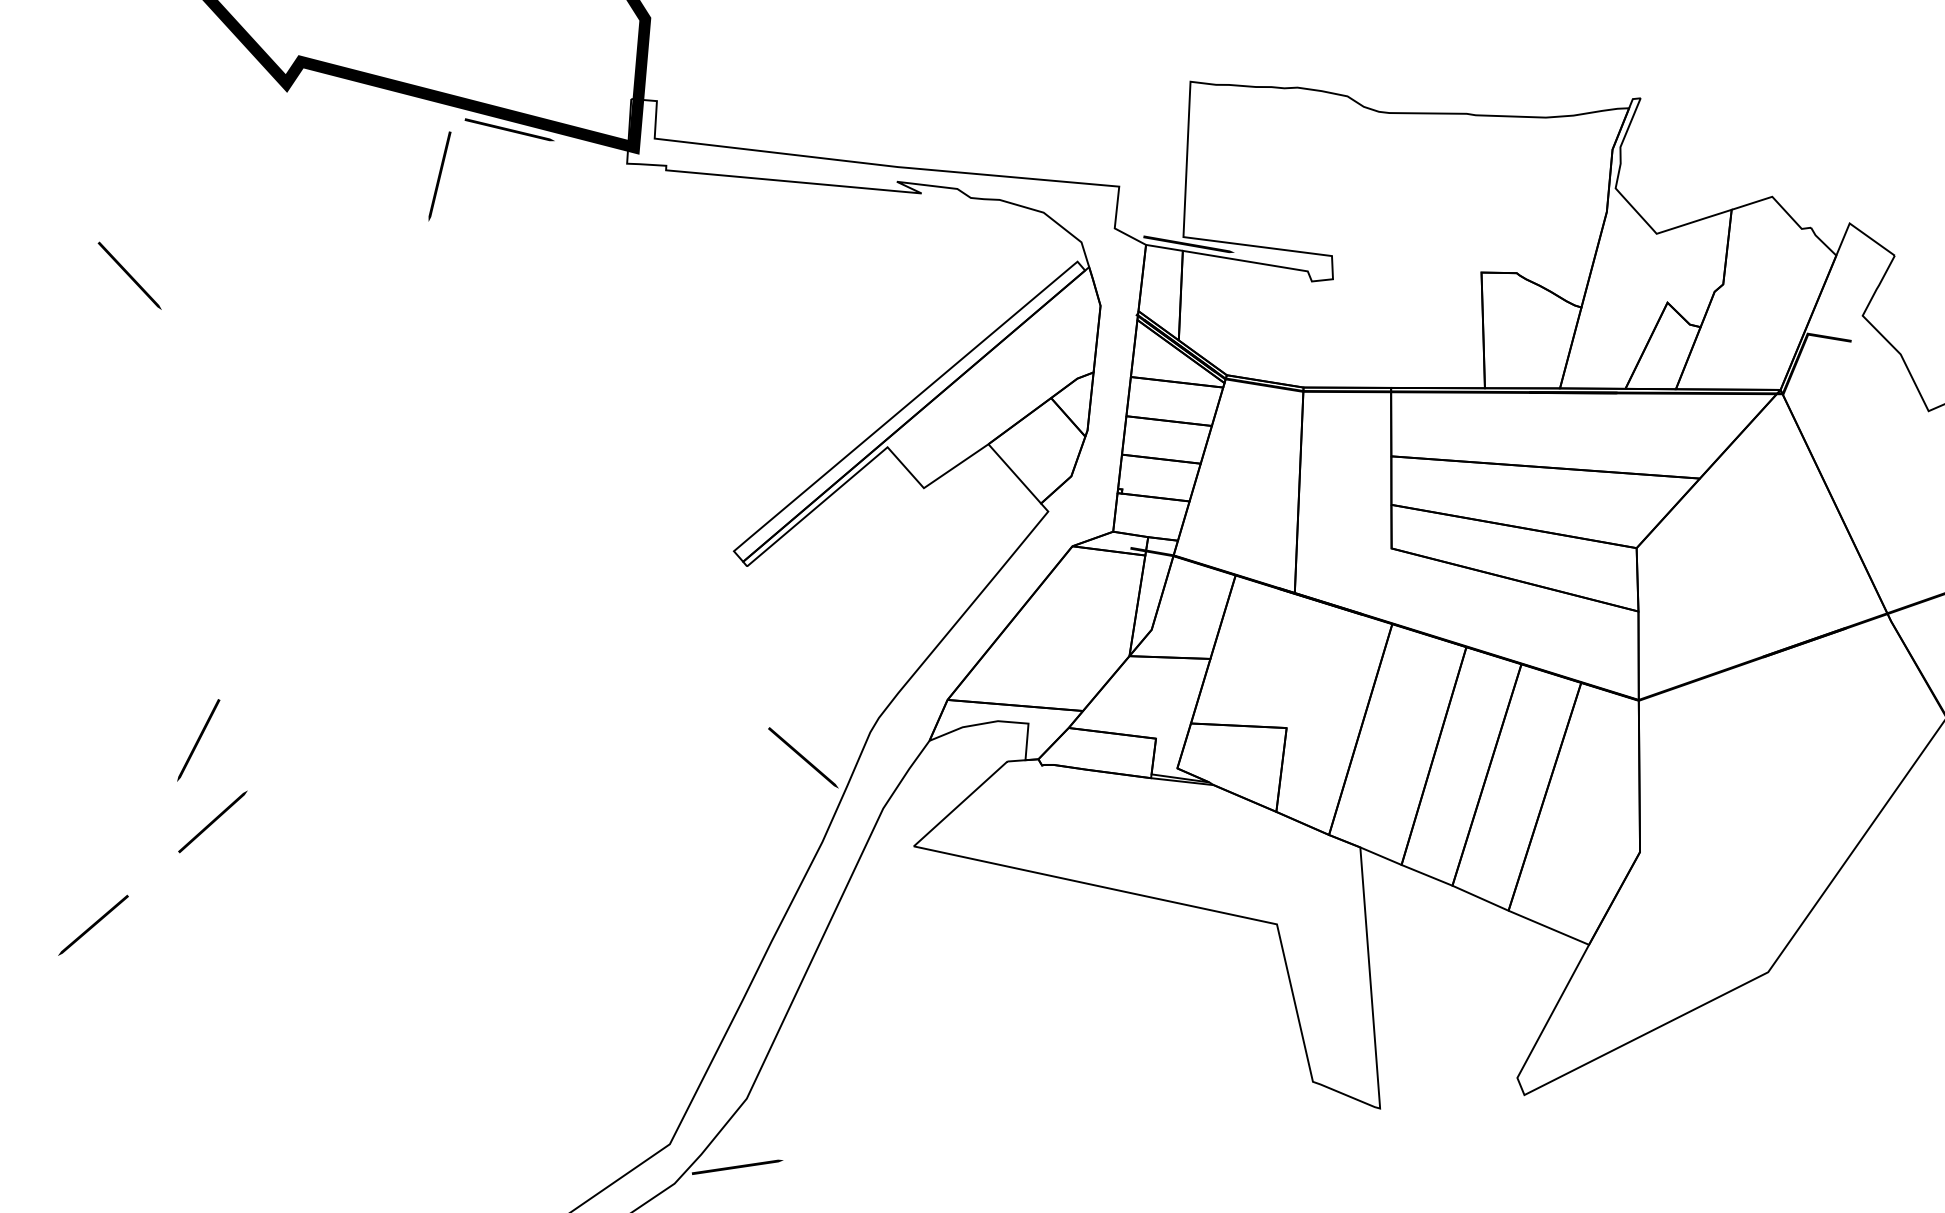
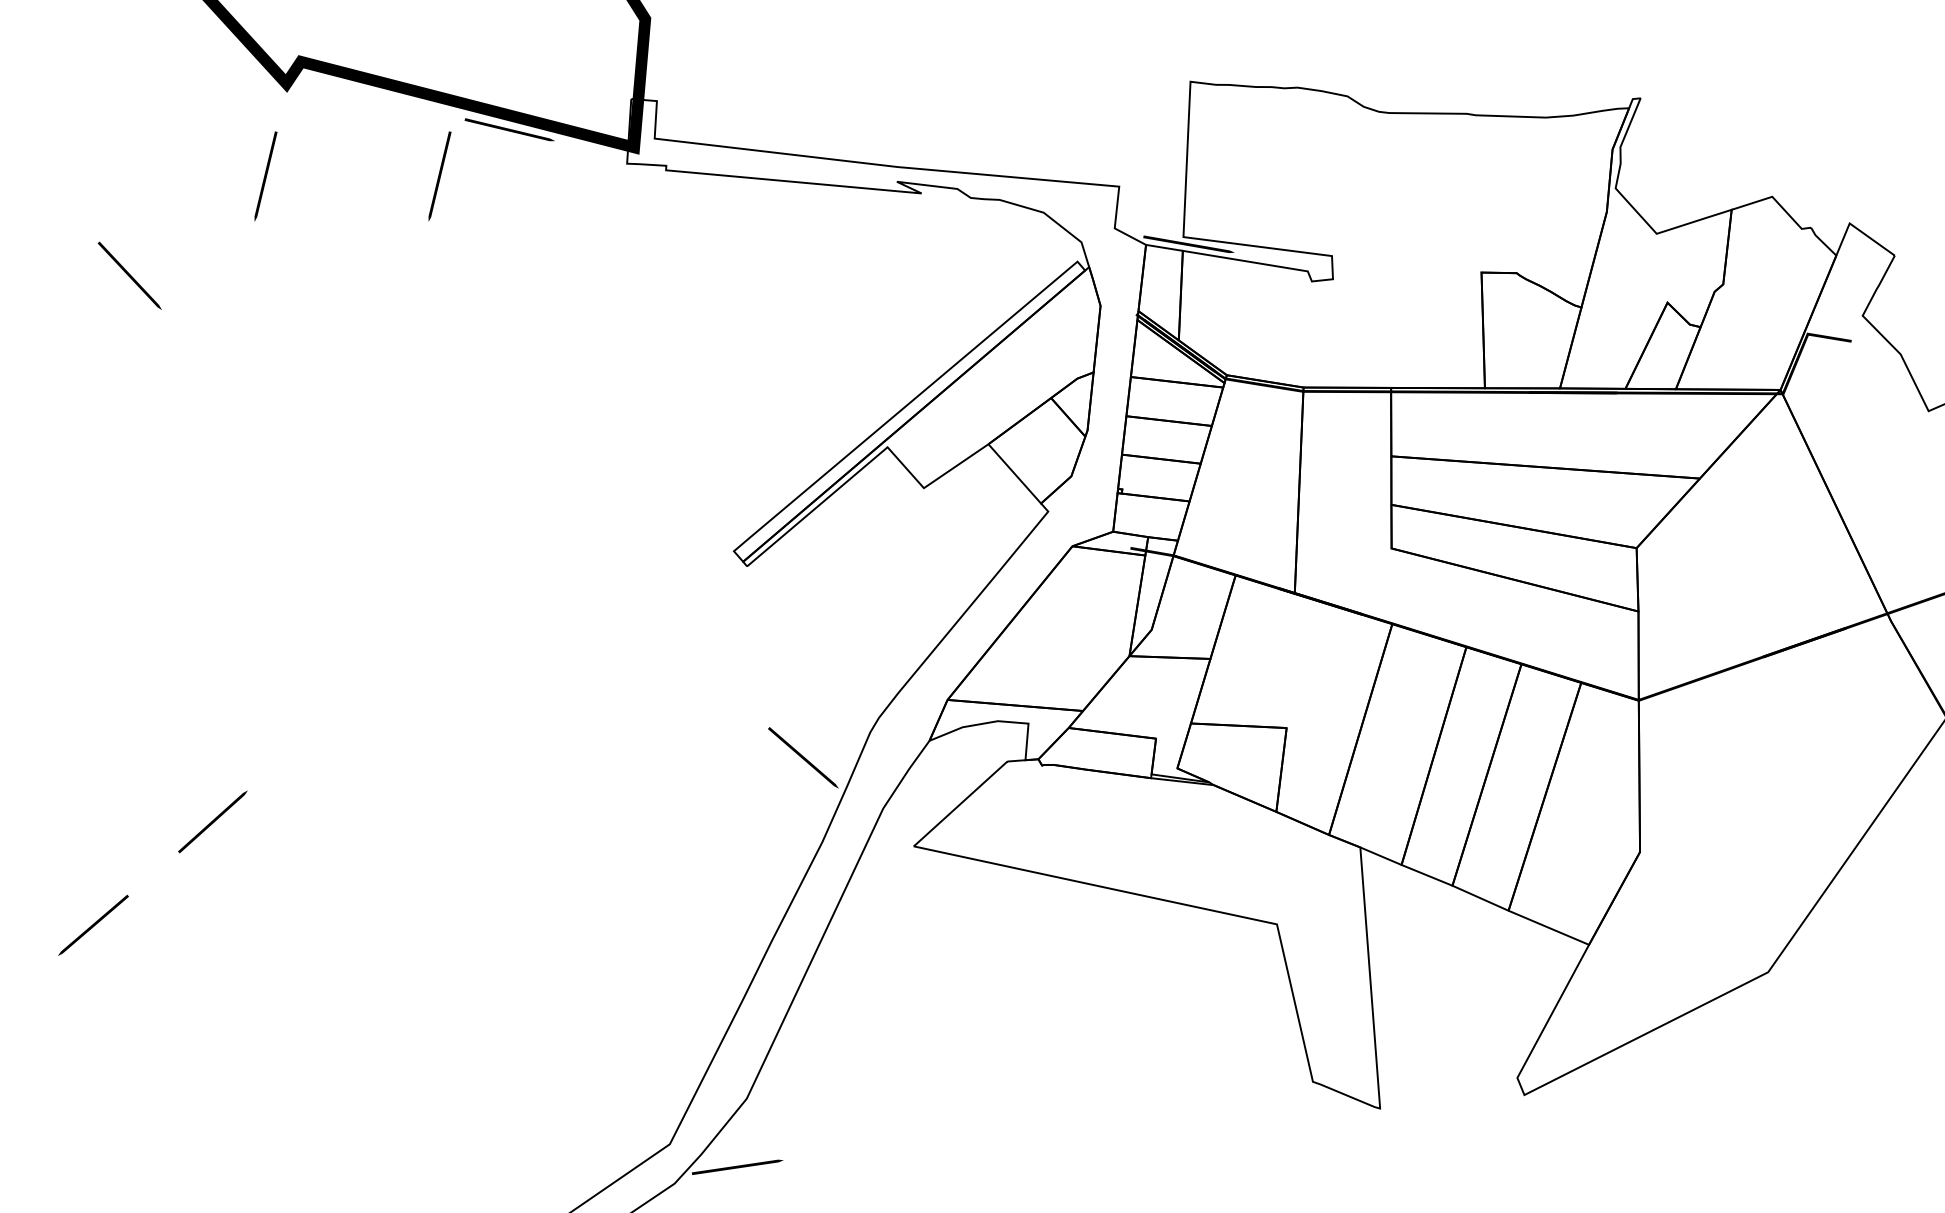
line at (265, 176): none -> present
line at (198, 740): present -> none
